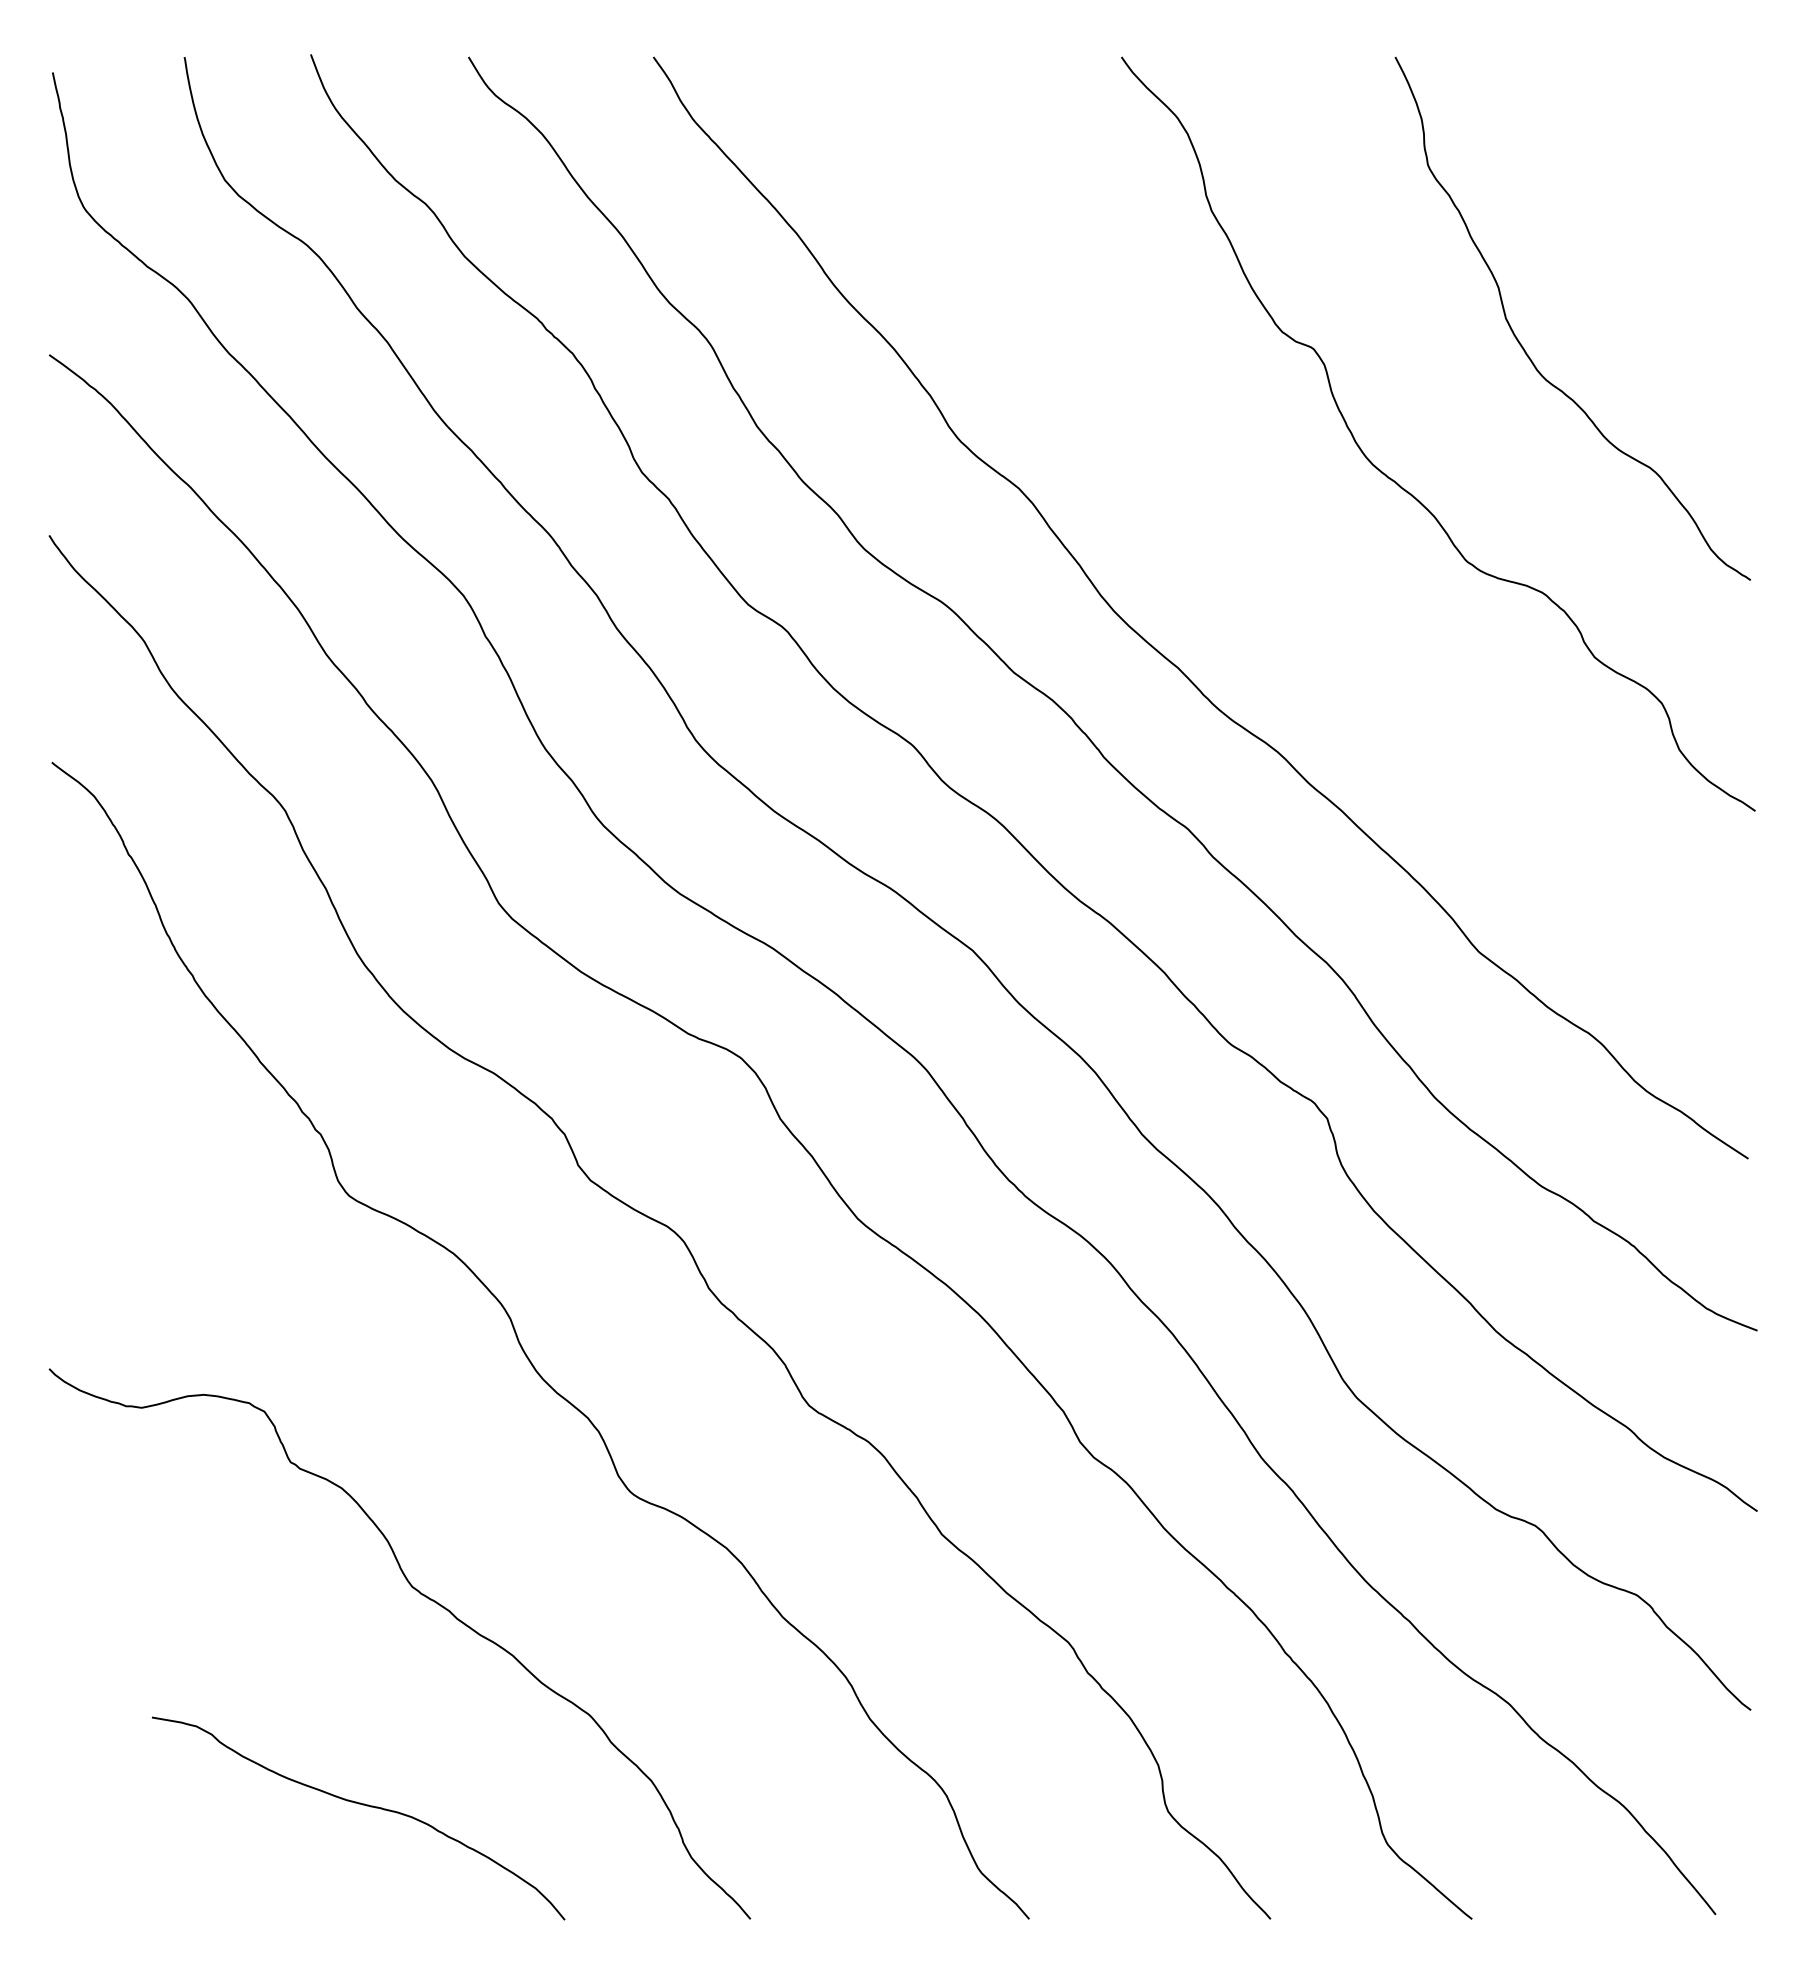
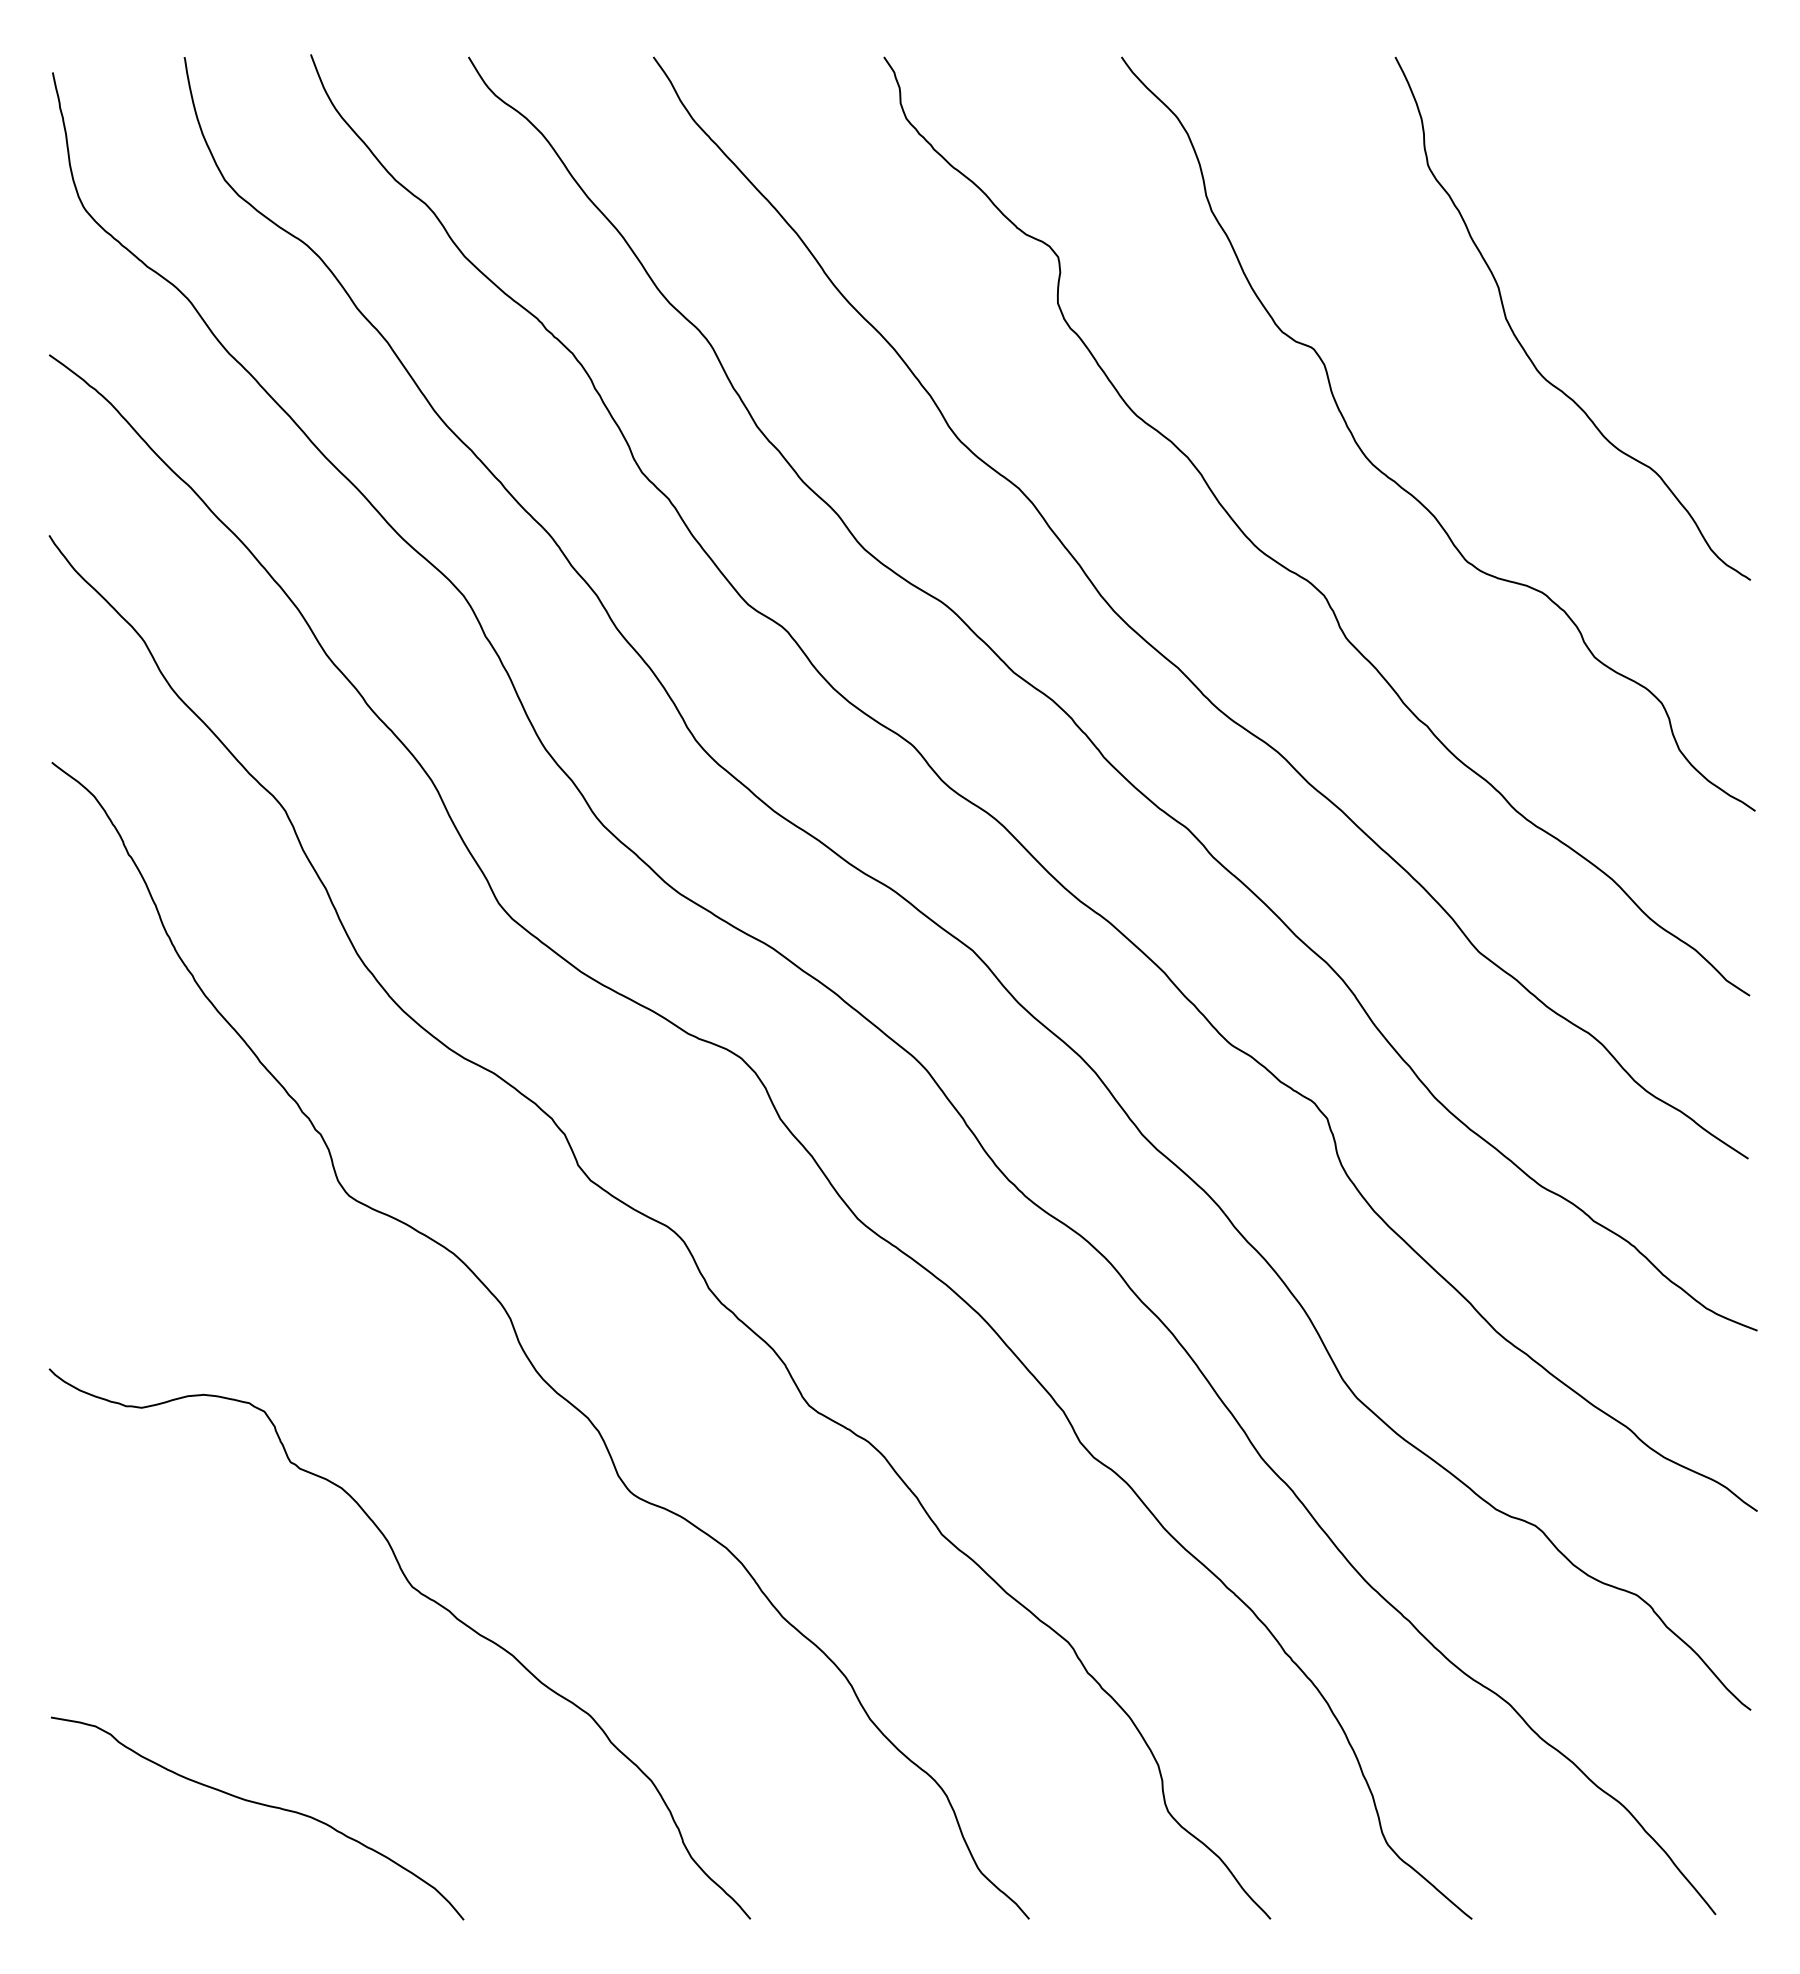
curve at (1288, 568): none -> present
curve at (362, 1805) position: (362, 1805) -> (261, 1805)
